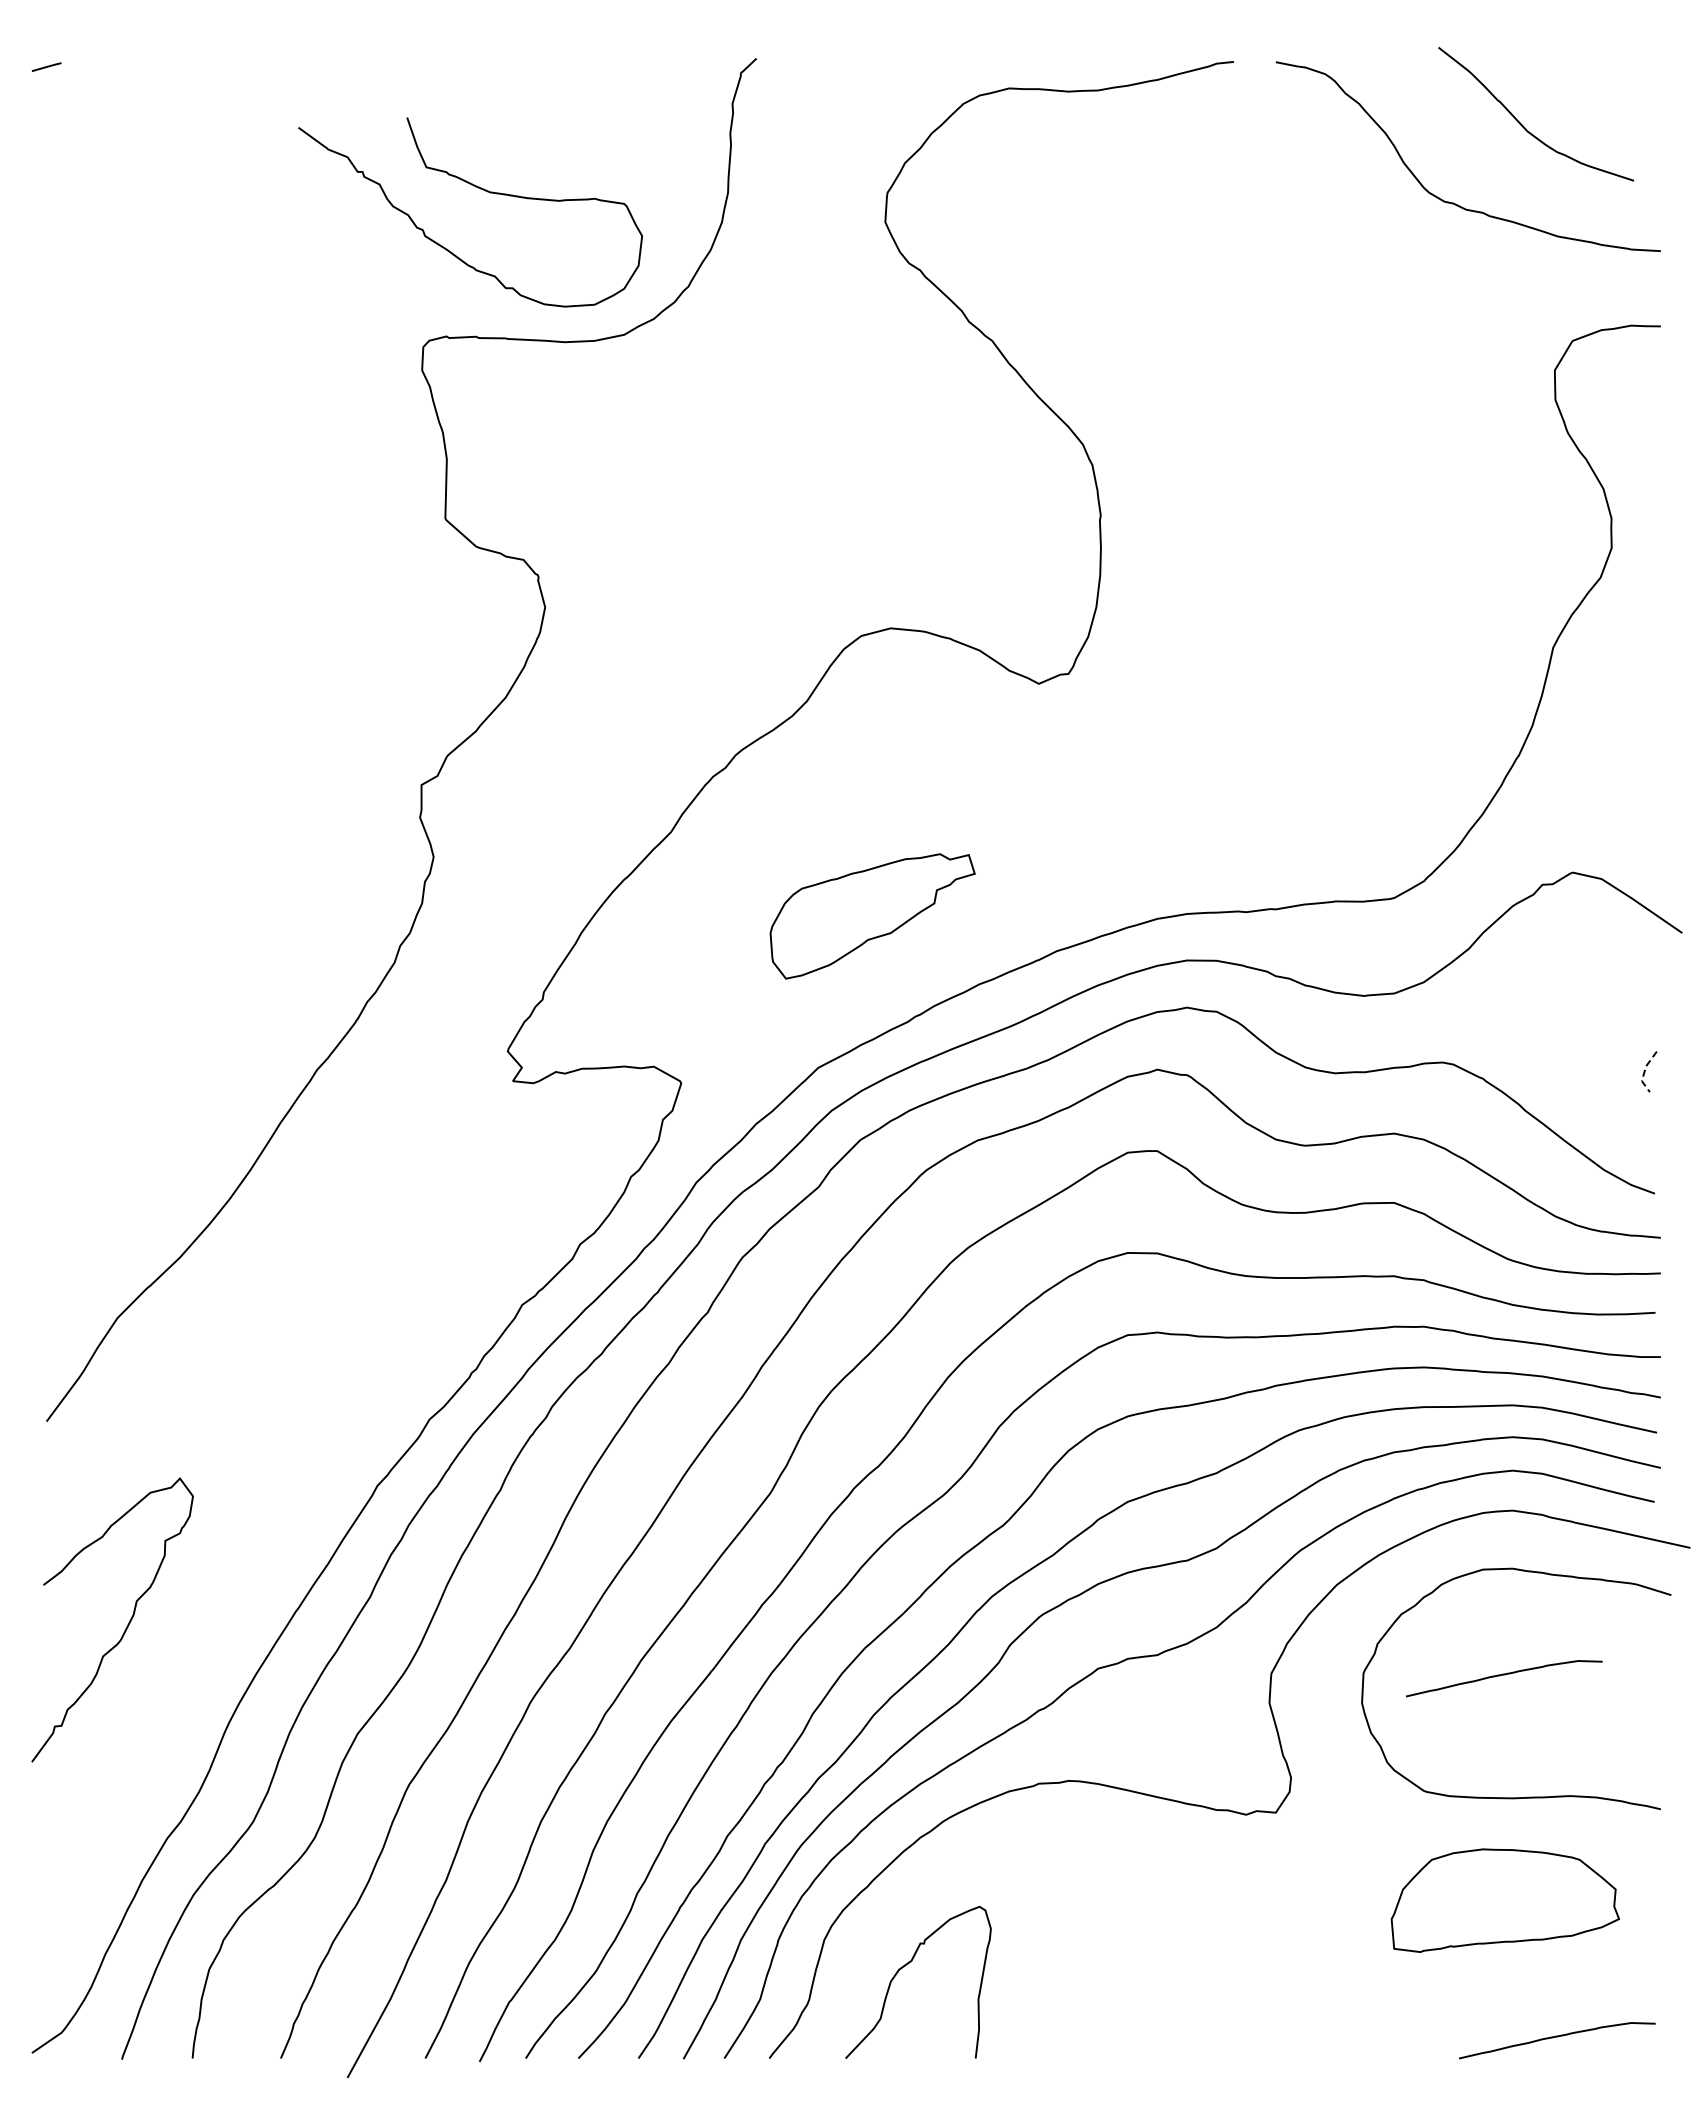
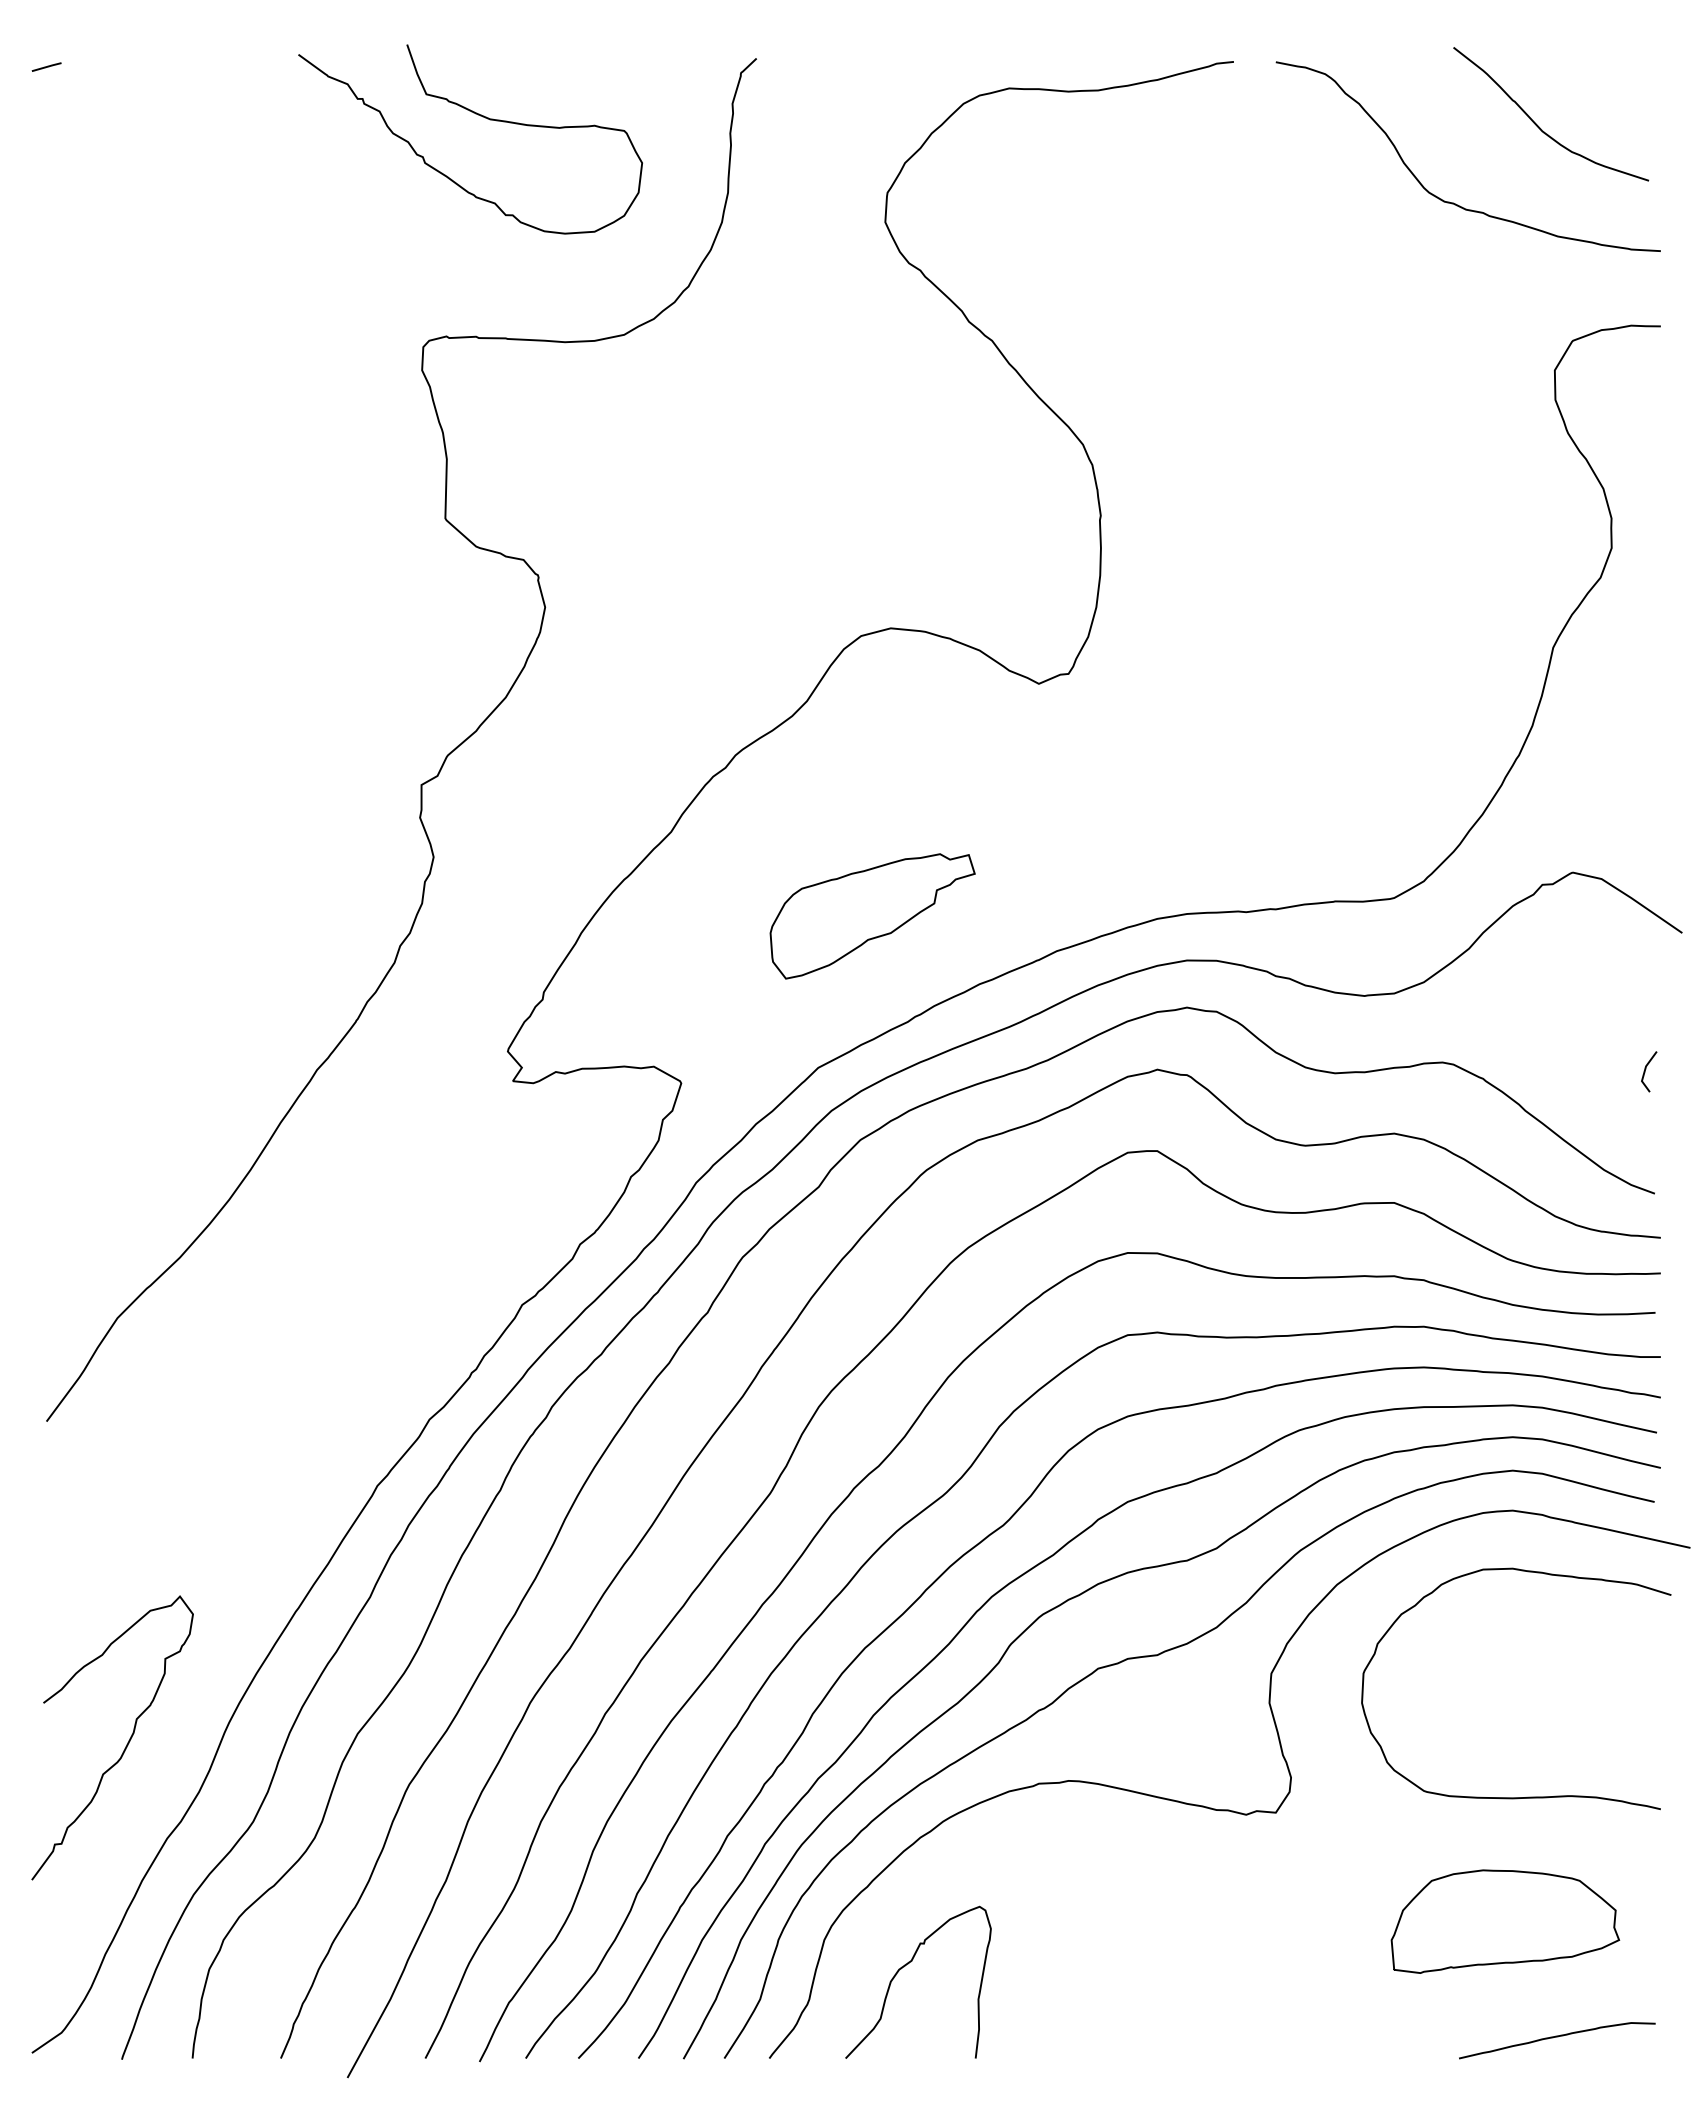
curve at (1524, 126) position: (1524, 126) -> (1539, 126)
curve at (482, 190) position: (482, 190) -> (482, 117)
line at (1644, 1071): dashed -> solid
curve at (126, 1626) position: (126, 1626) -> (126, 1744)
curve at (1504, 1675): present -> none
part at (1505, 1900) position: (1505, 1900) -> (1505, 1921)
